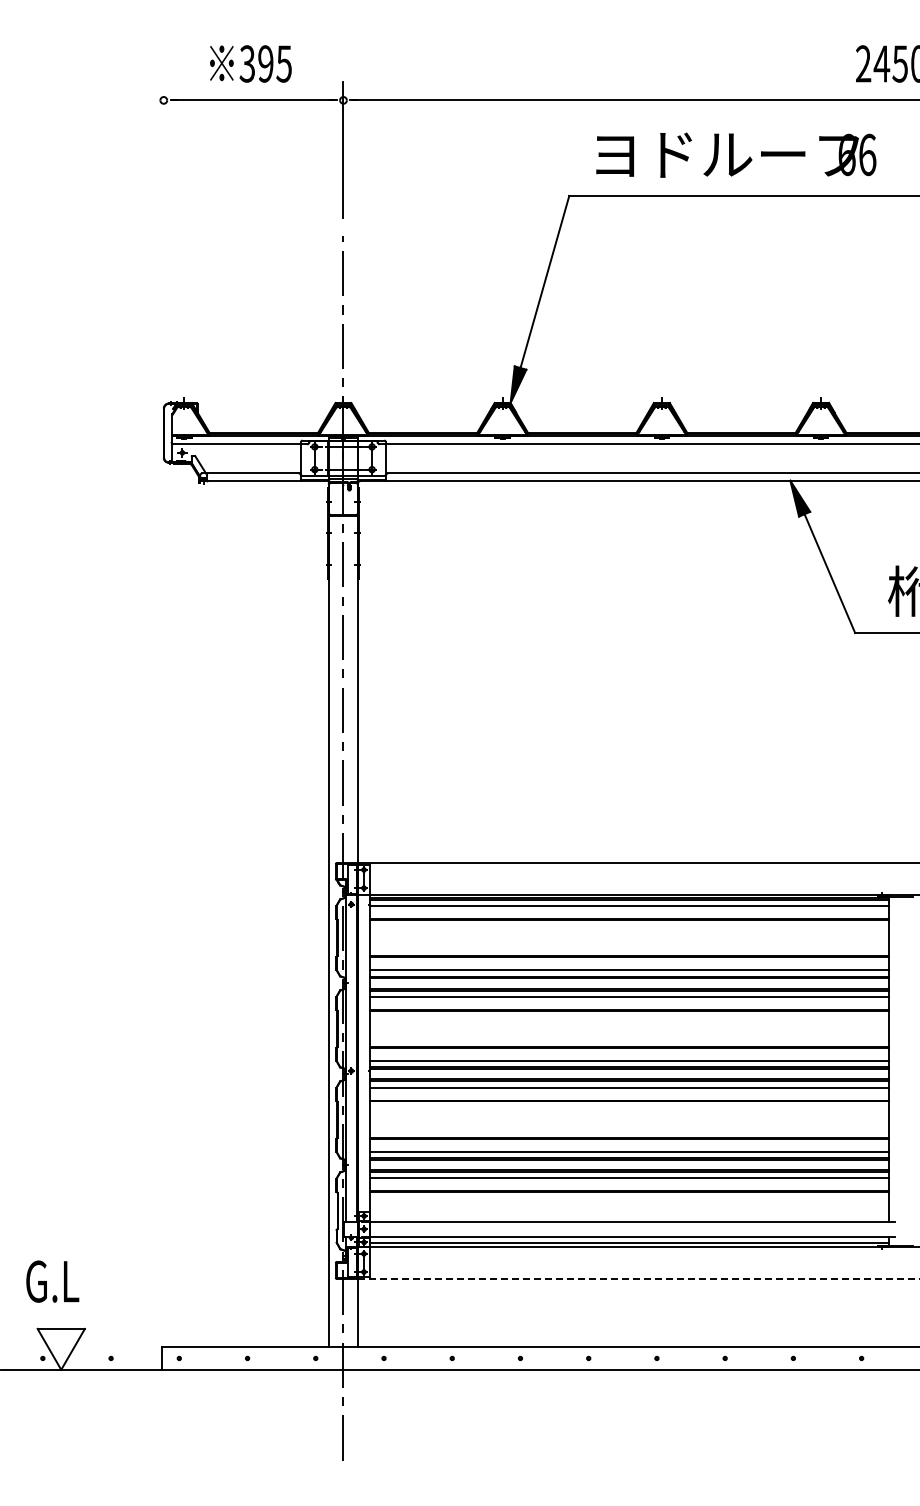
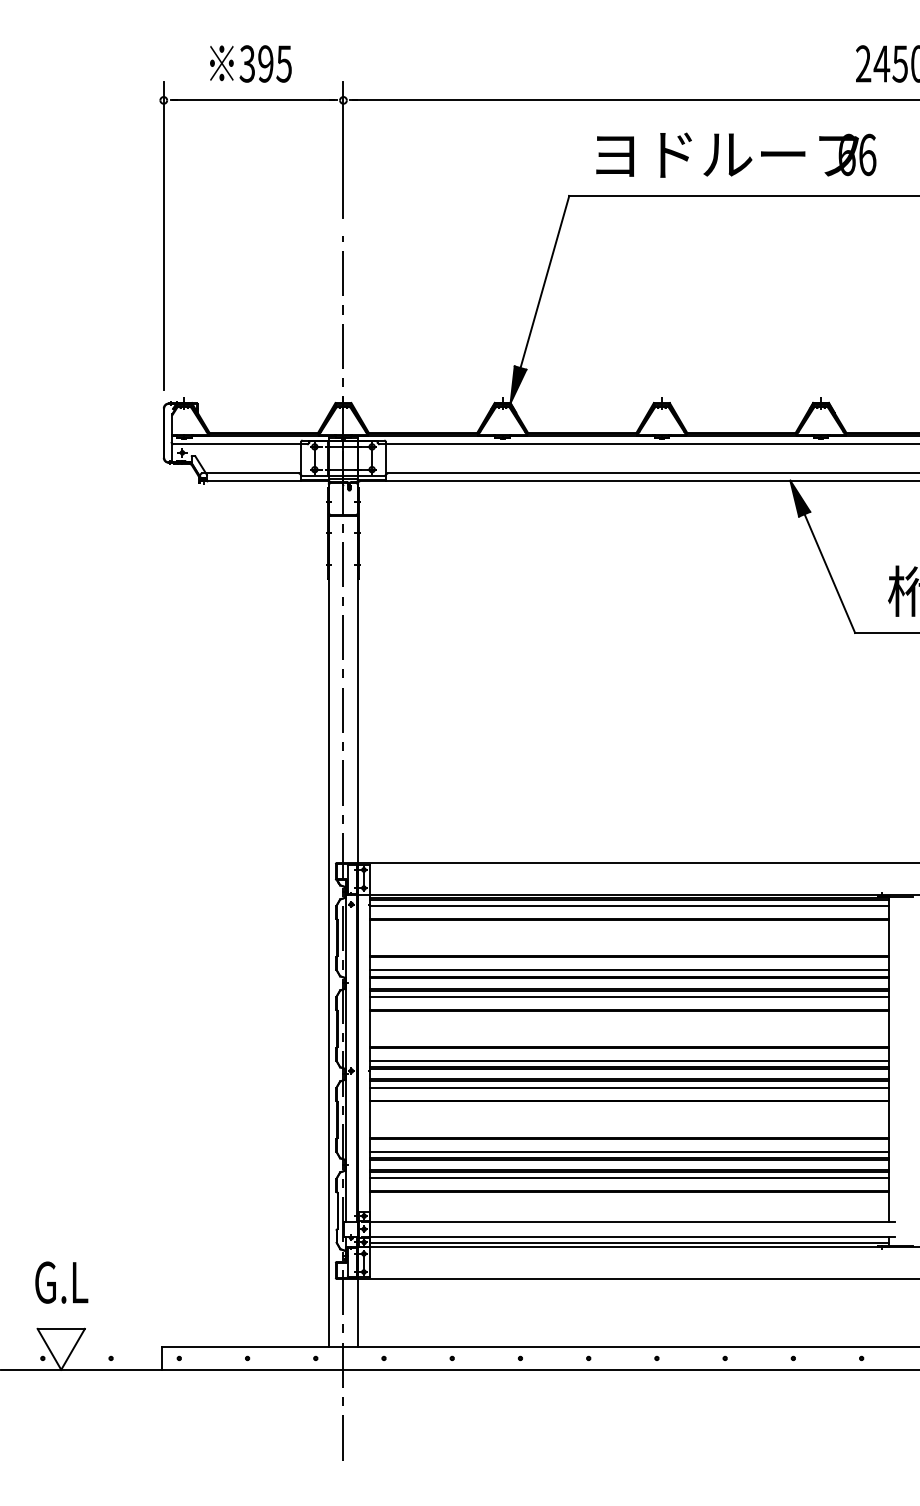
line at (163, 236): none -> present
line at (639, 1278): dashed -> solid
text at (52, 1281) position: (52, 1281) -> (61, 1282)
